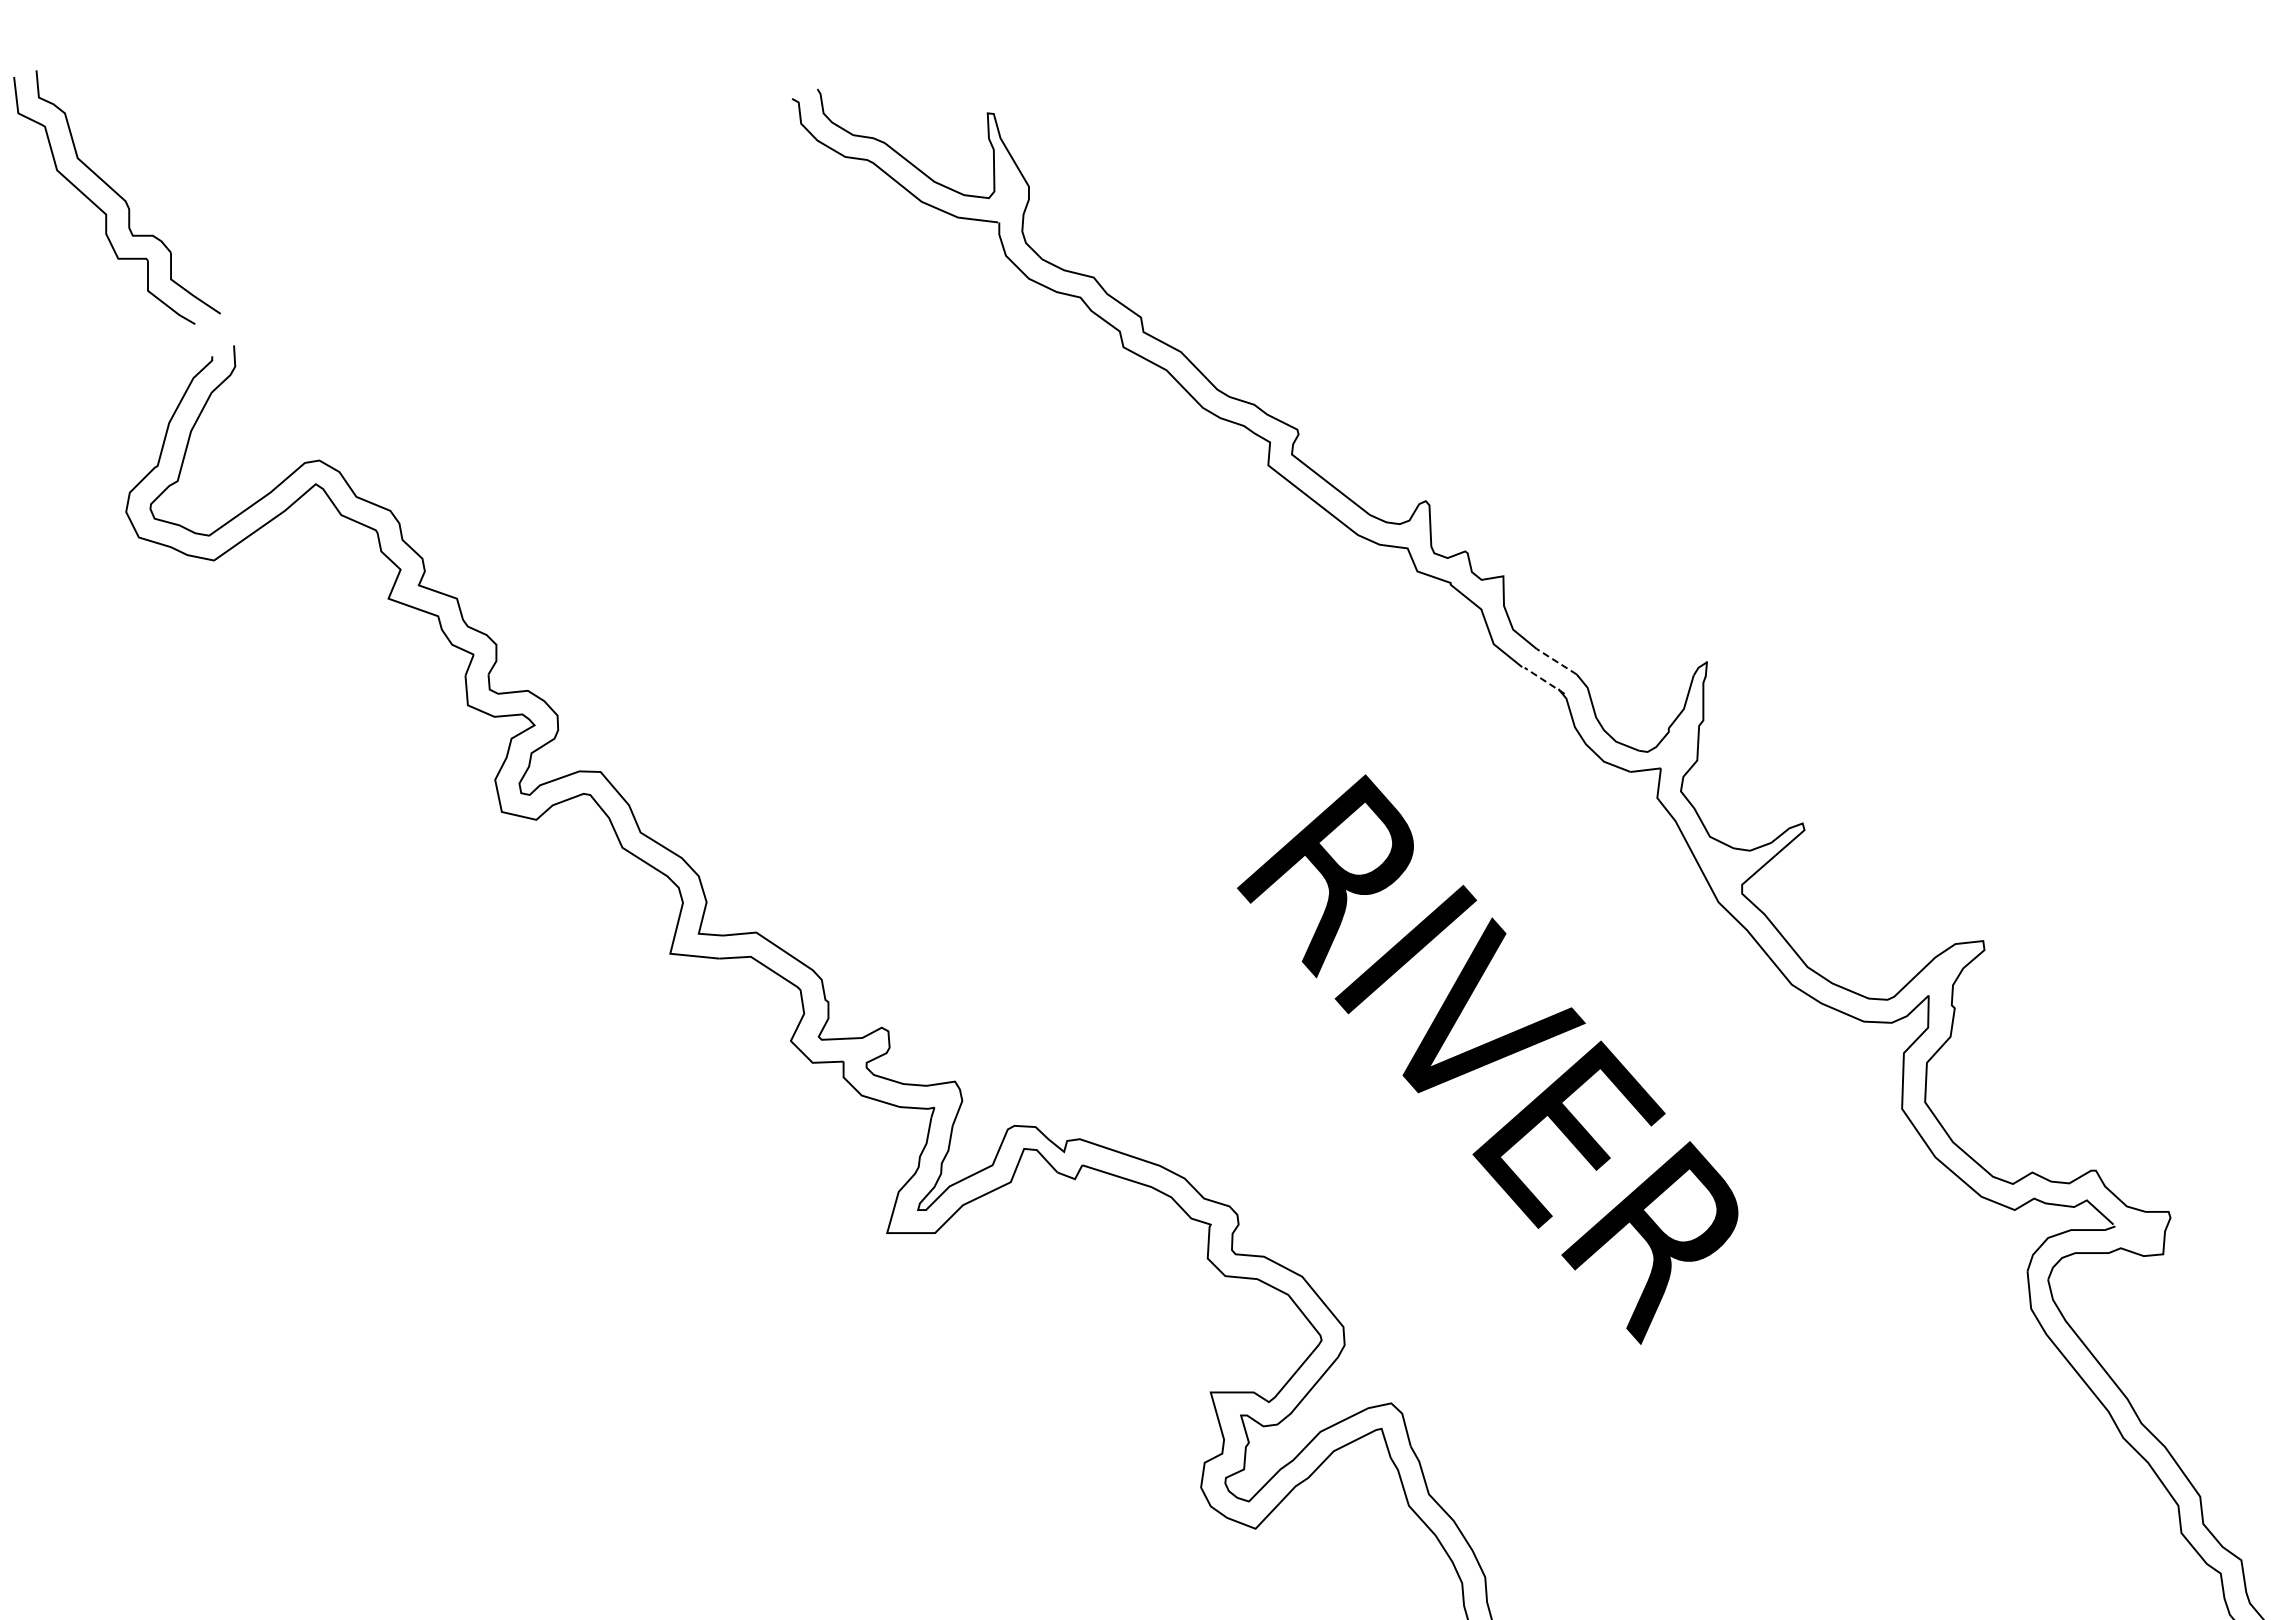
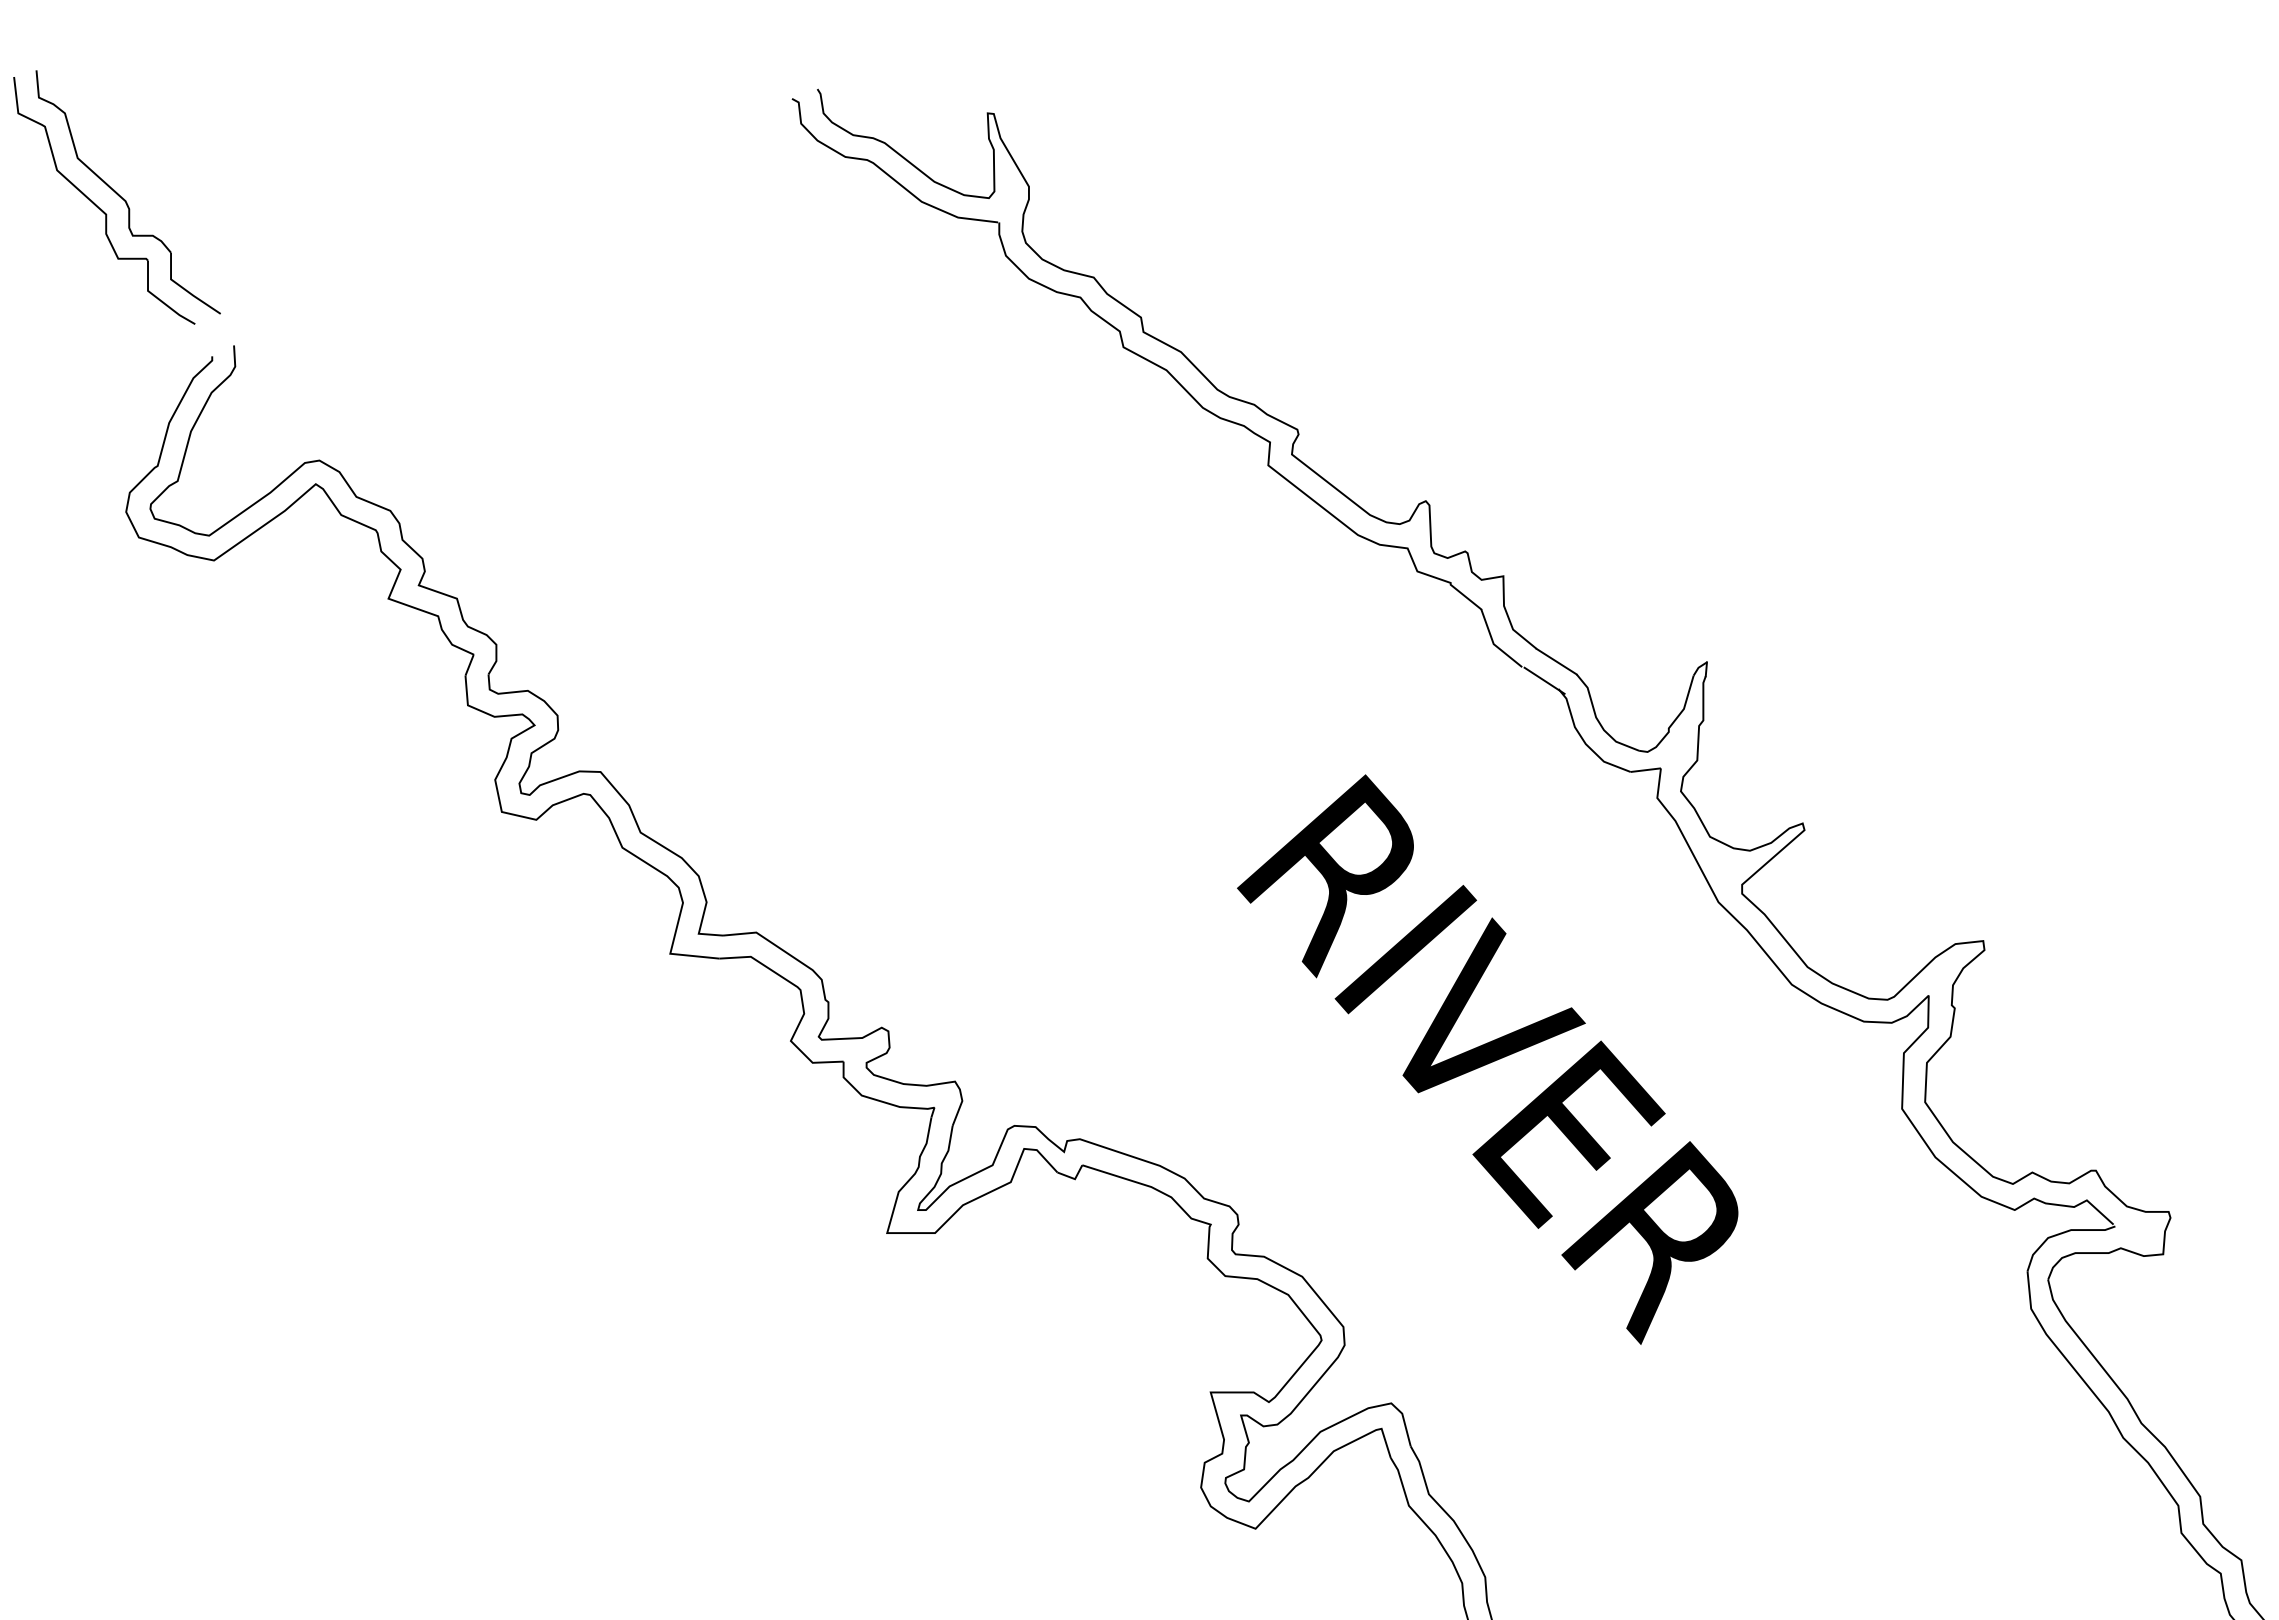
line at (1556, 661): dashed -> solid
line at (1544, 680): dashed -> solid
